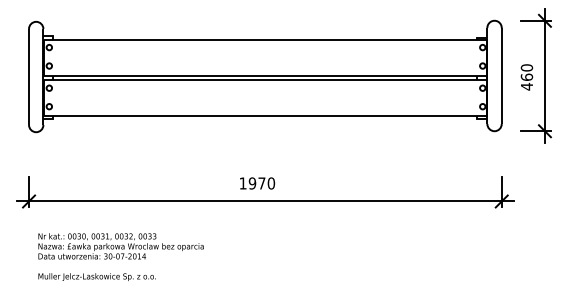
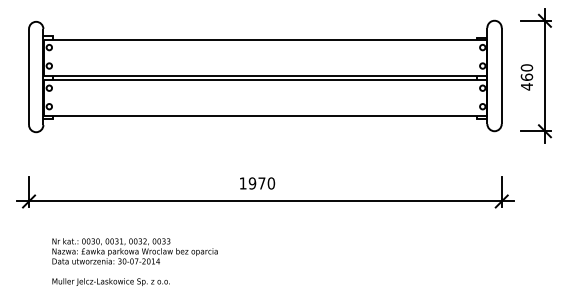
text at (120, 256) position: (120, 256) -> (134, 261)
